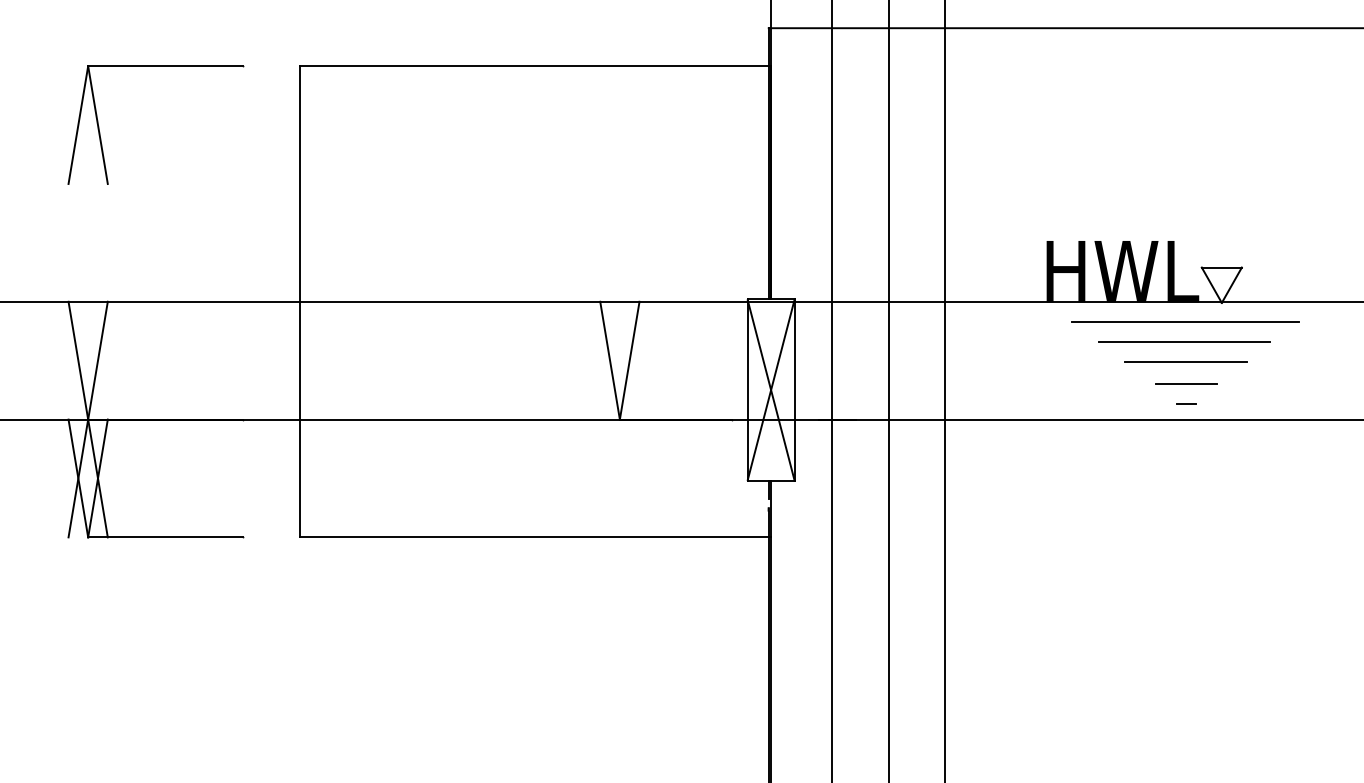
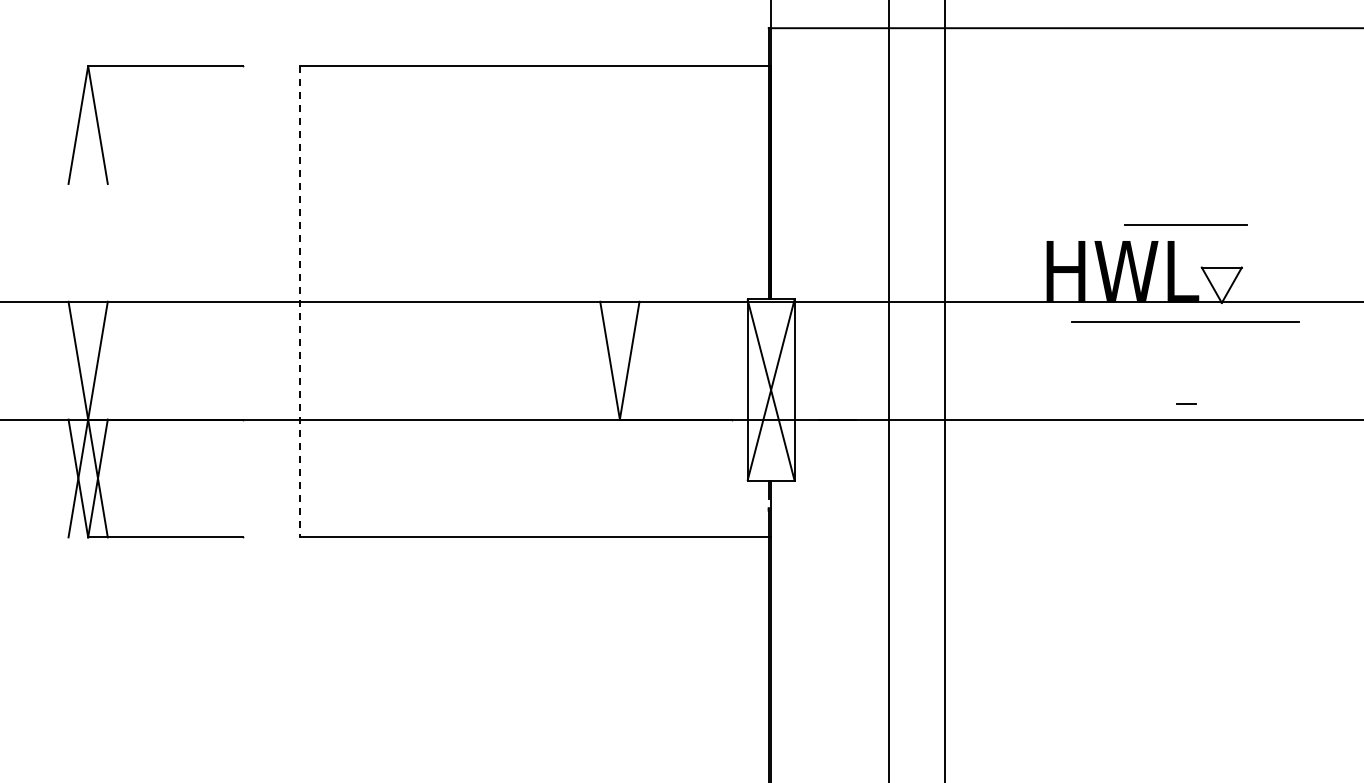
line at (299, 301): solid -> dashed
line at (1184, 341): present -> none
line at (1185, 361) position: (1185, 361) -> (1185, 224)
line at (1186, 383): present -> none
line at (832, 390): present -> none
